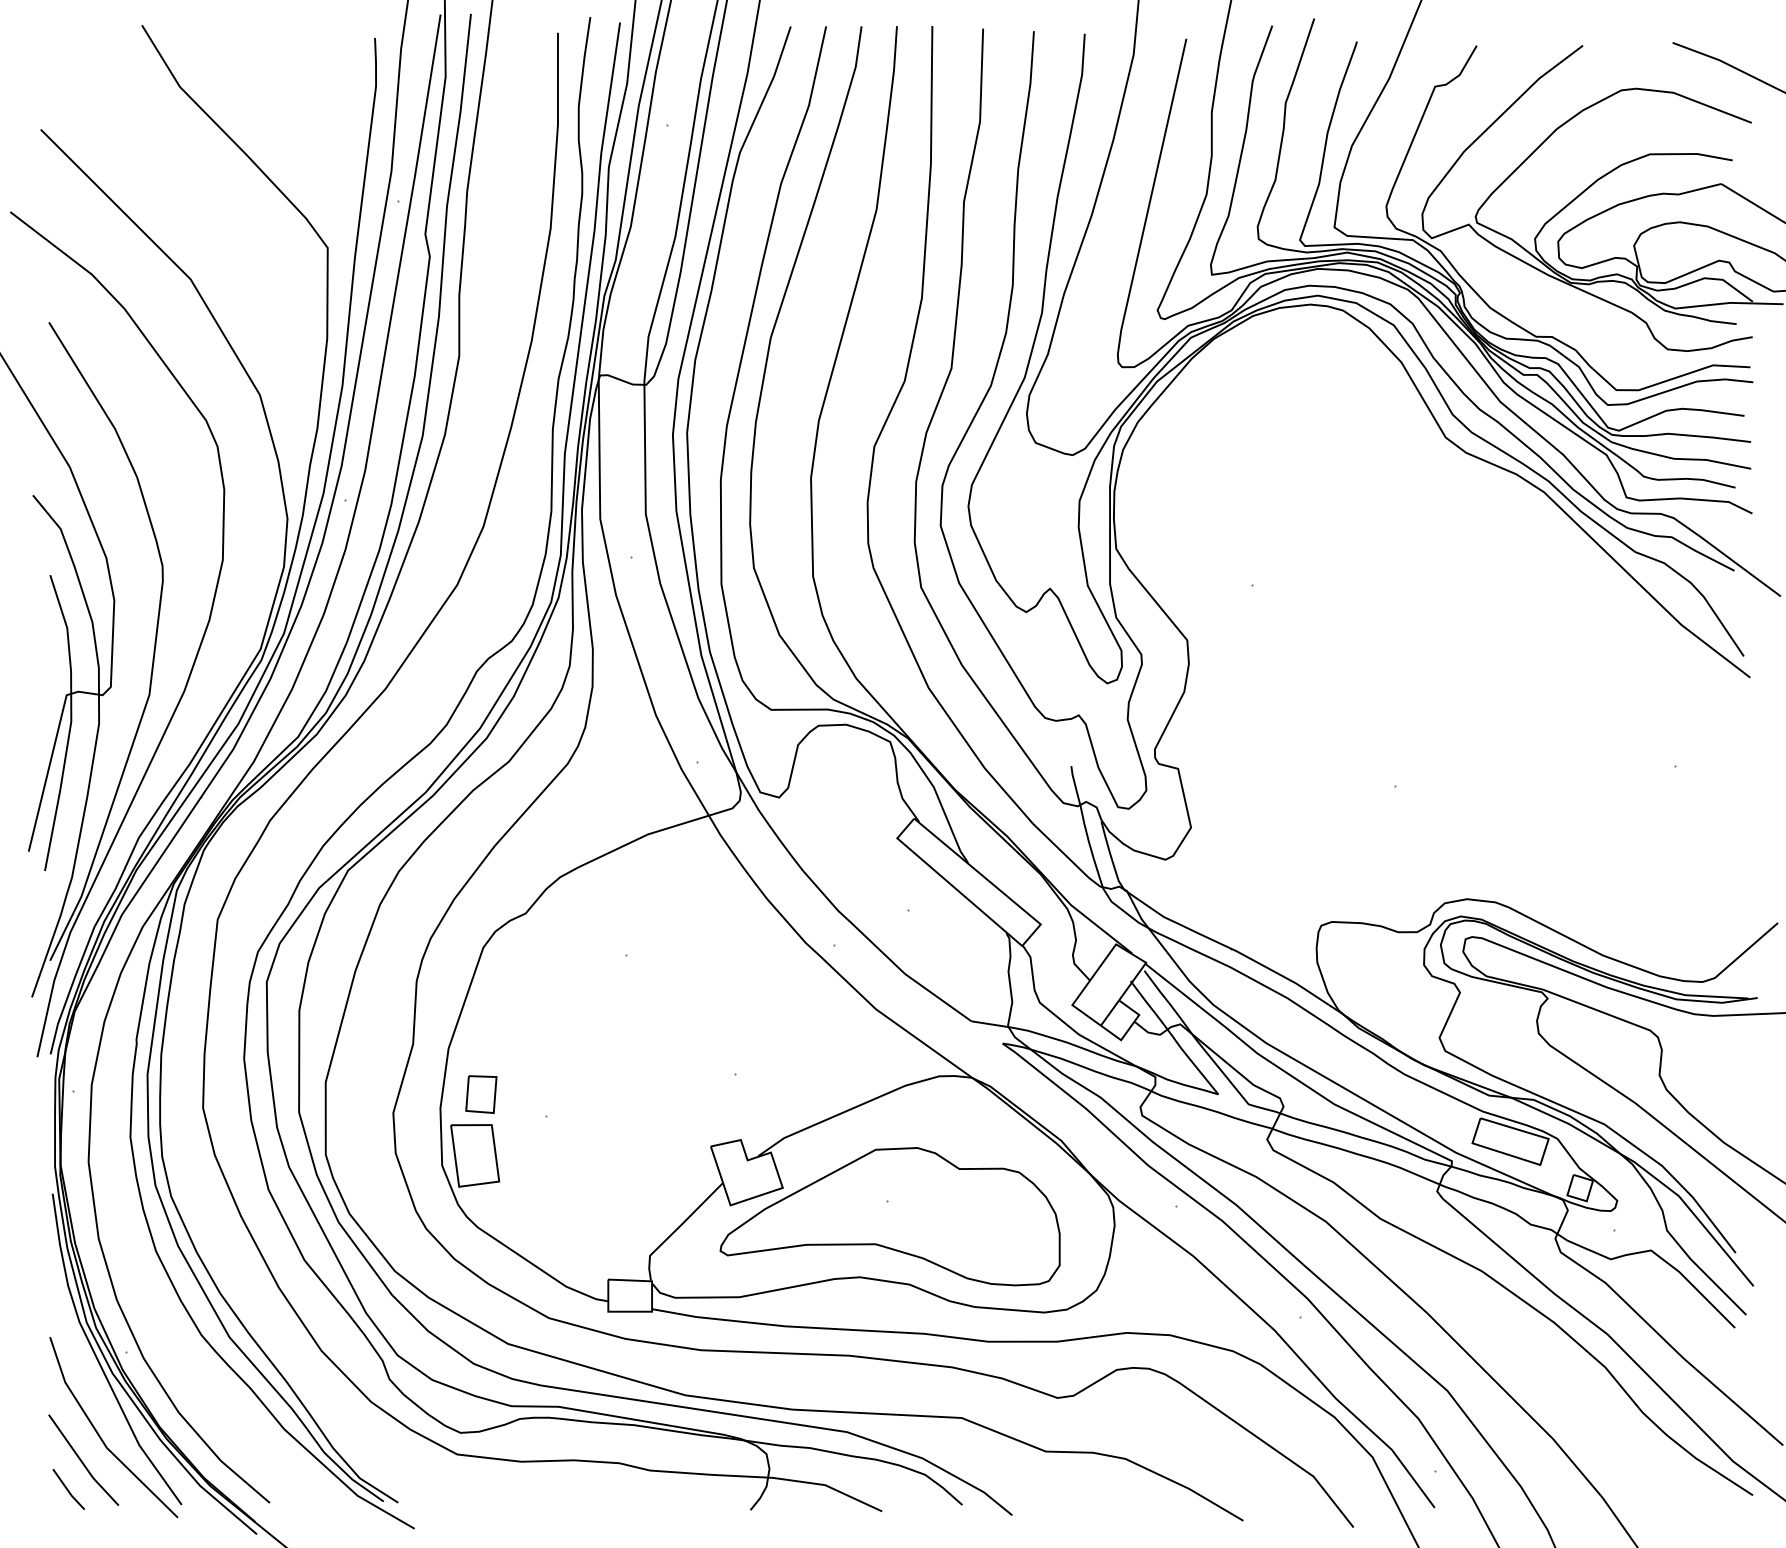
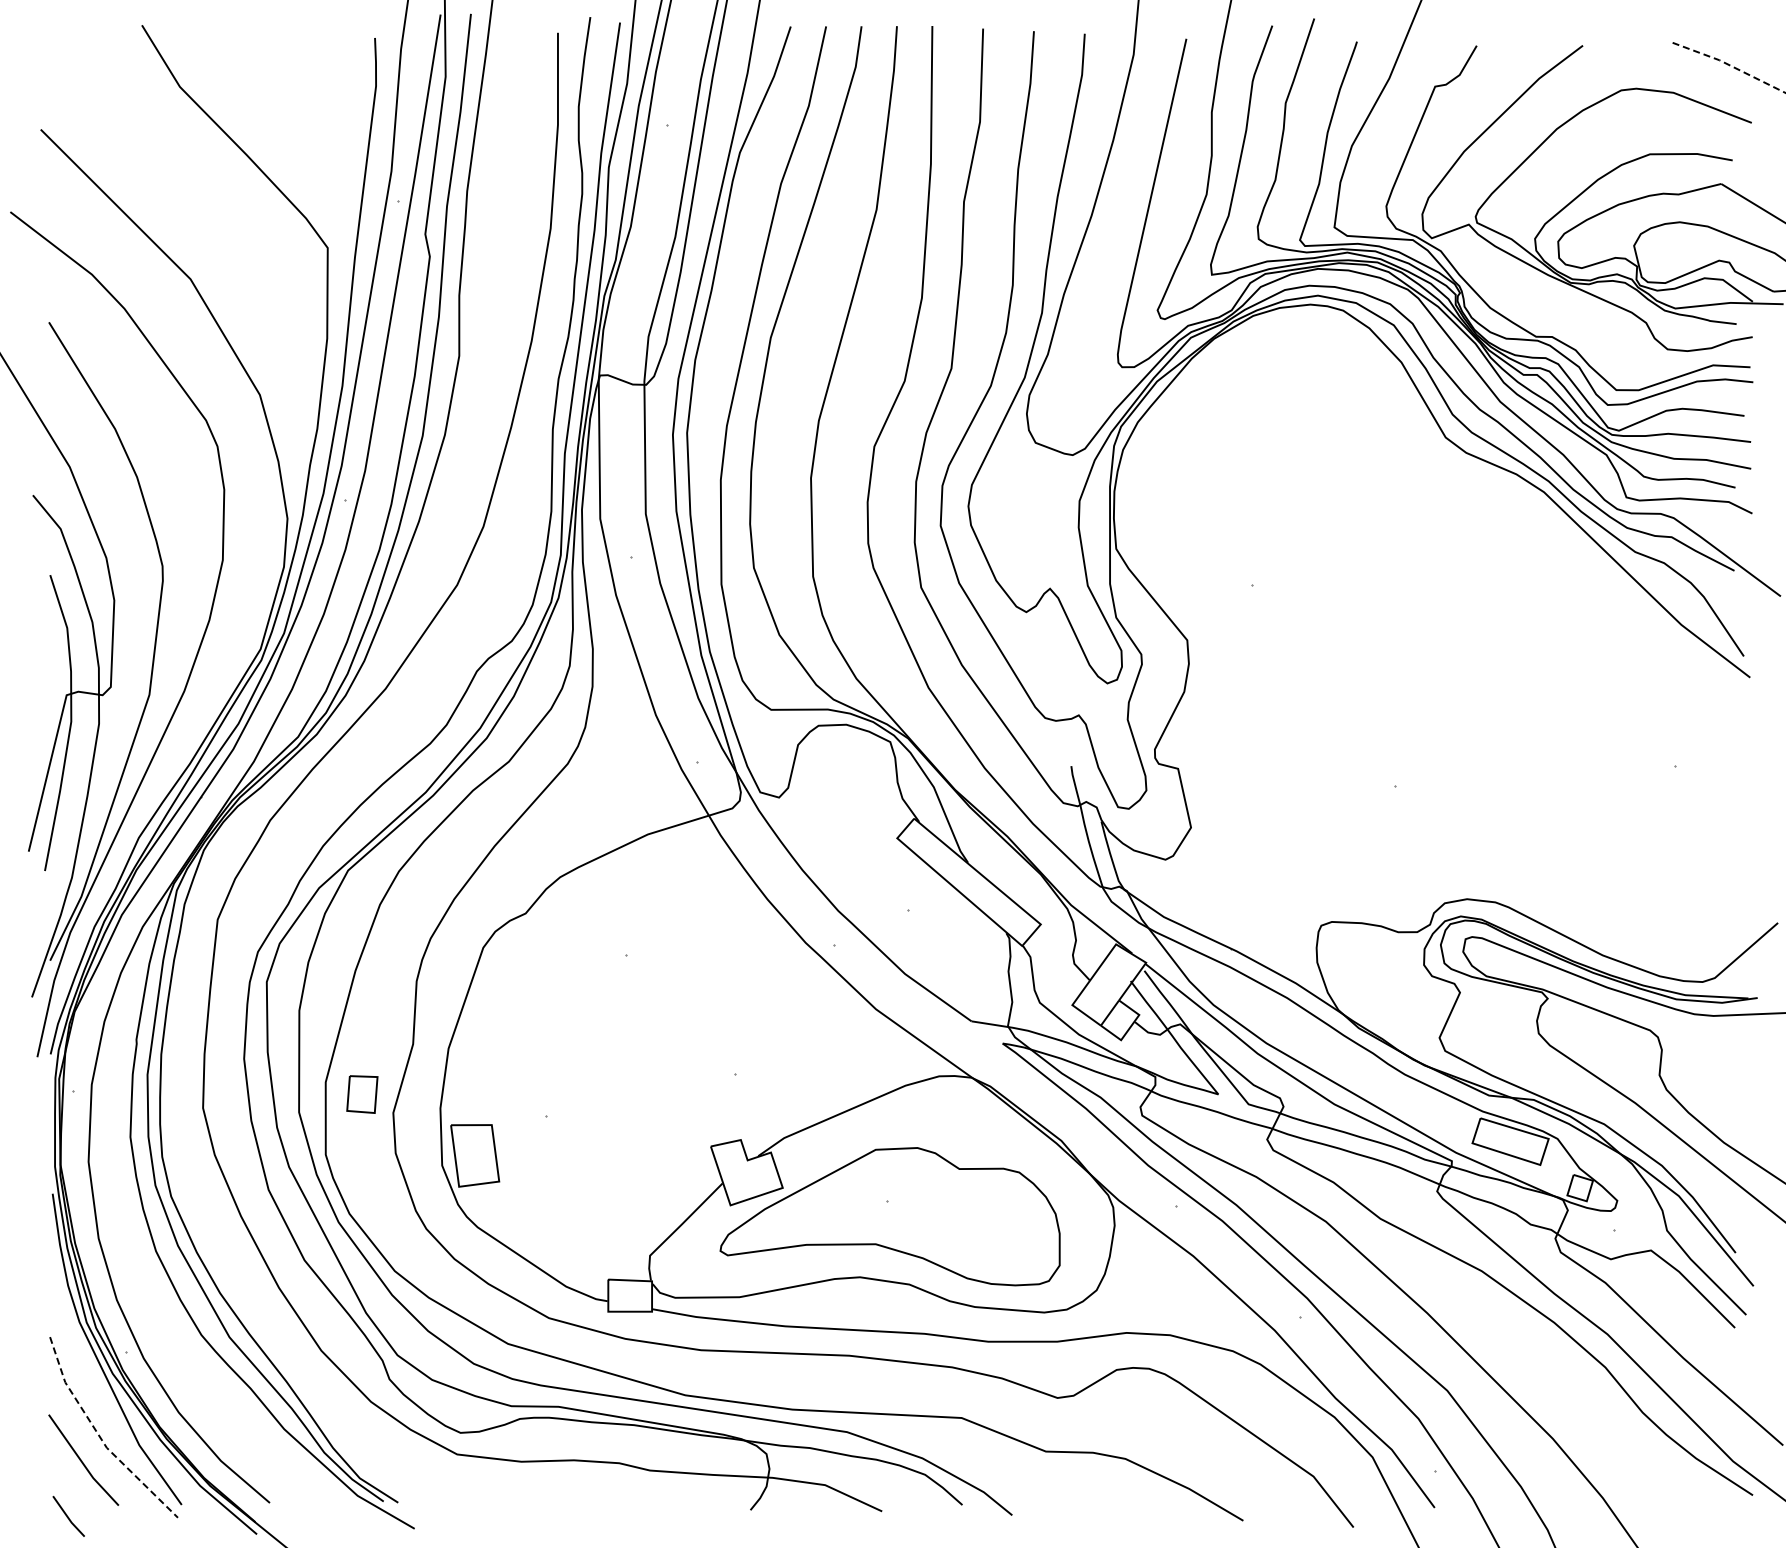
line at (1730, 65): solid -> dashed
part at (481, 1094) position: (481, 1094) -> (362, 1094)
line at (99, 1436): solid -> dashed
line at (68, 1489) position: (68, 1489) -> (68, 1516)
